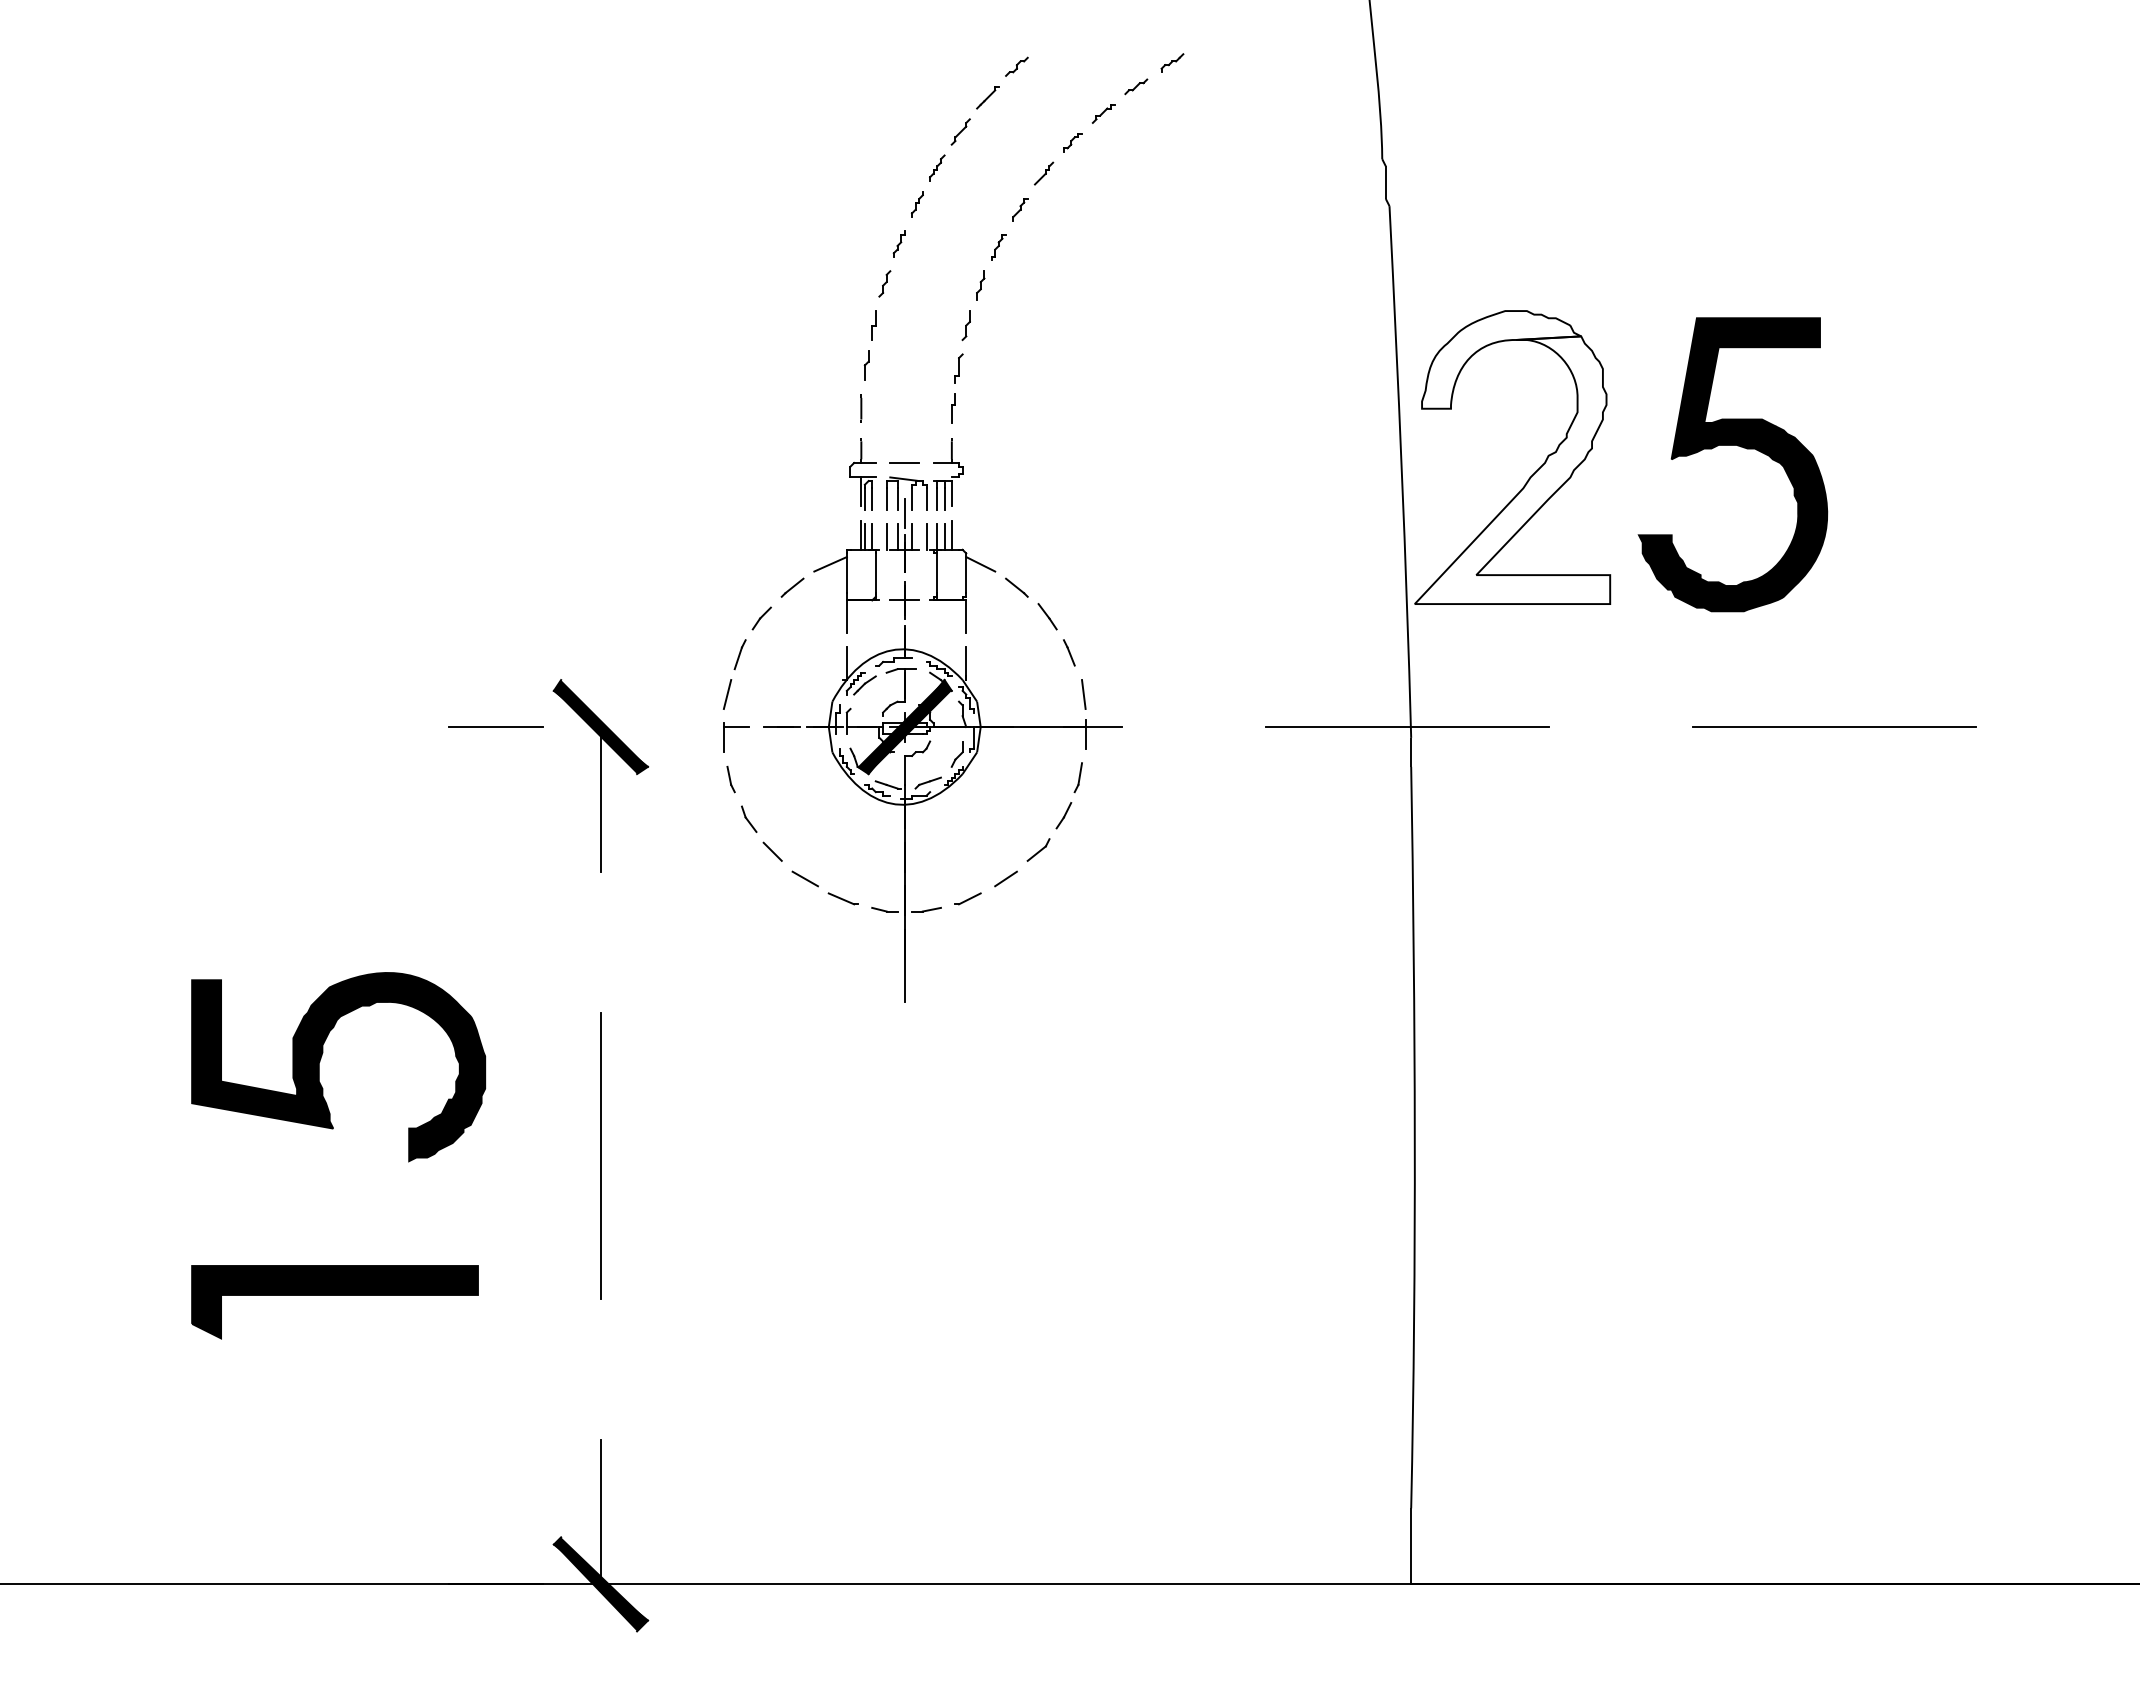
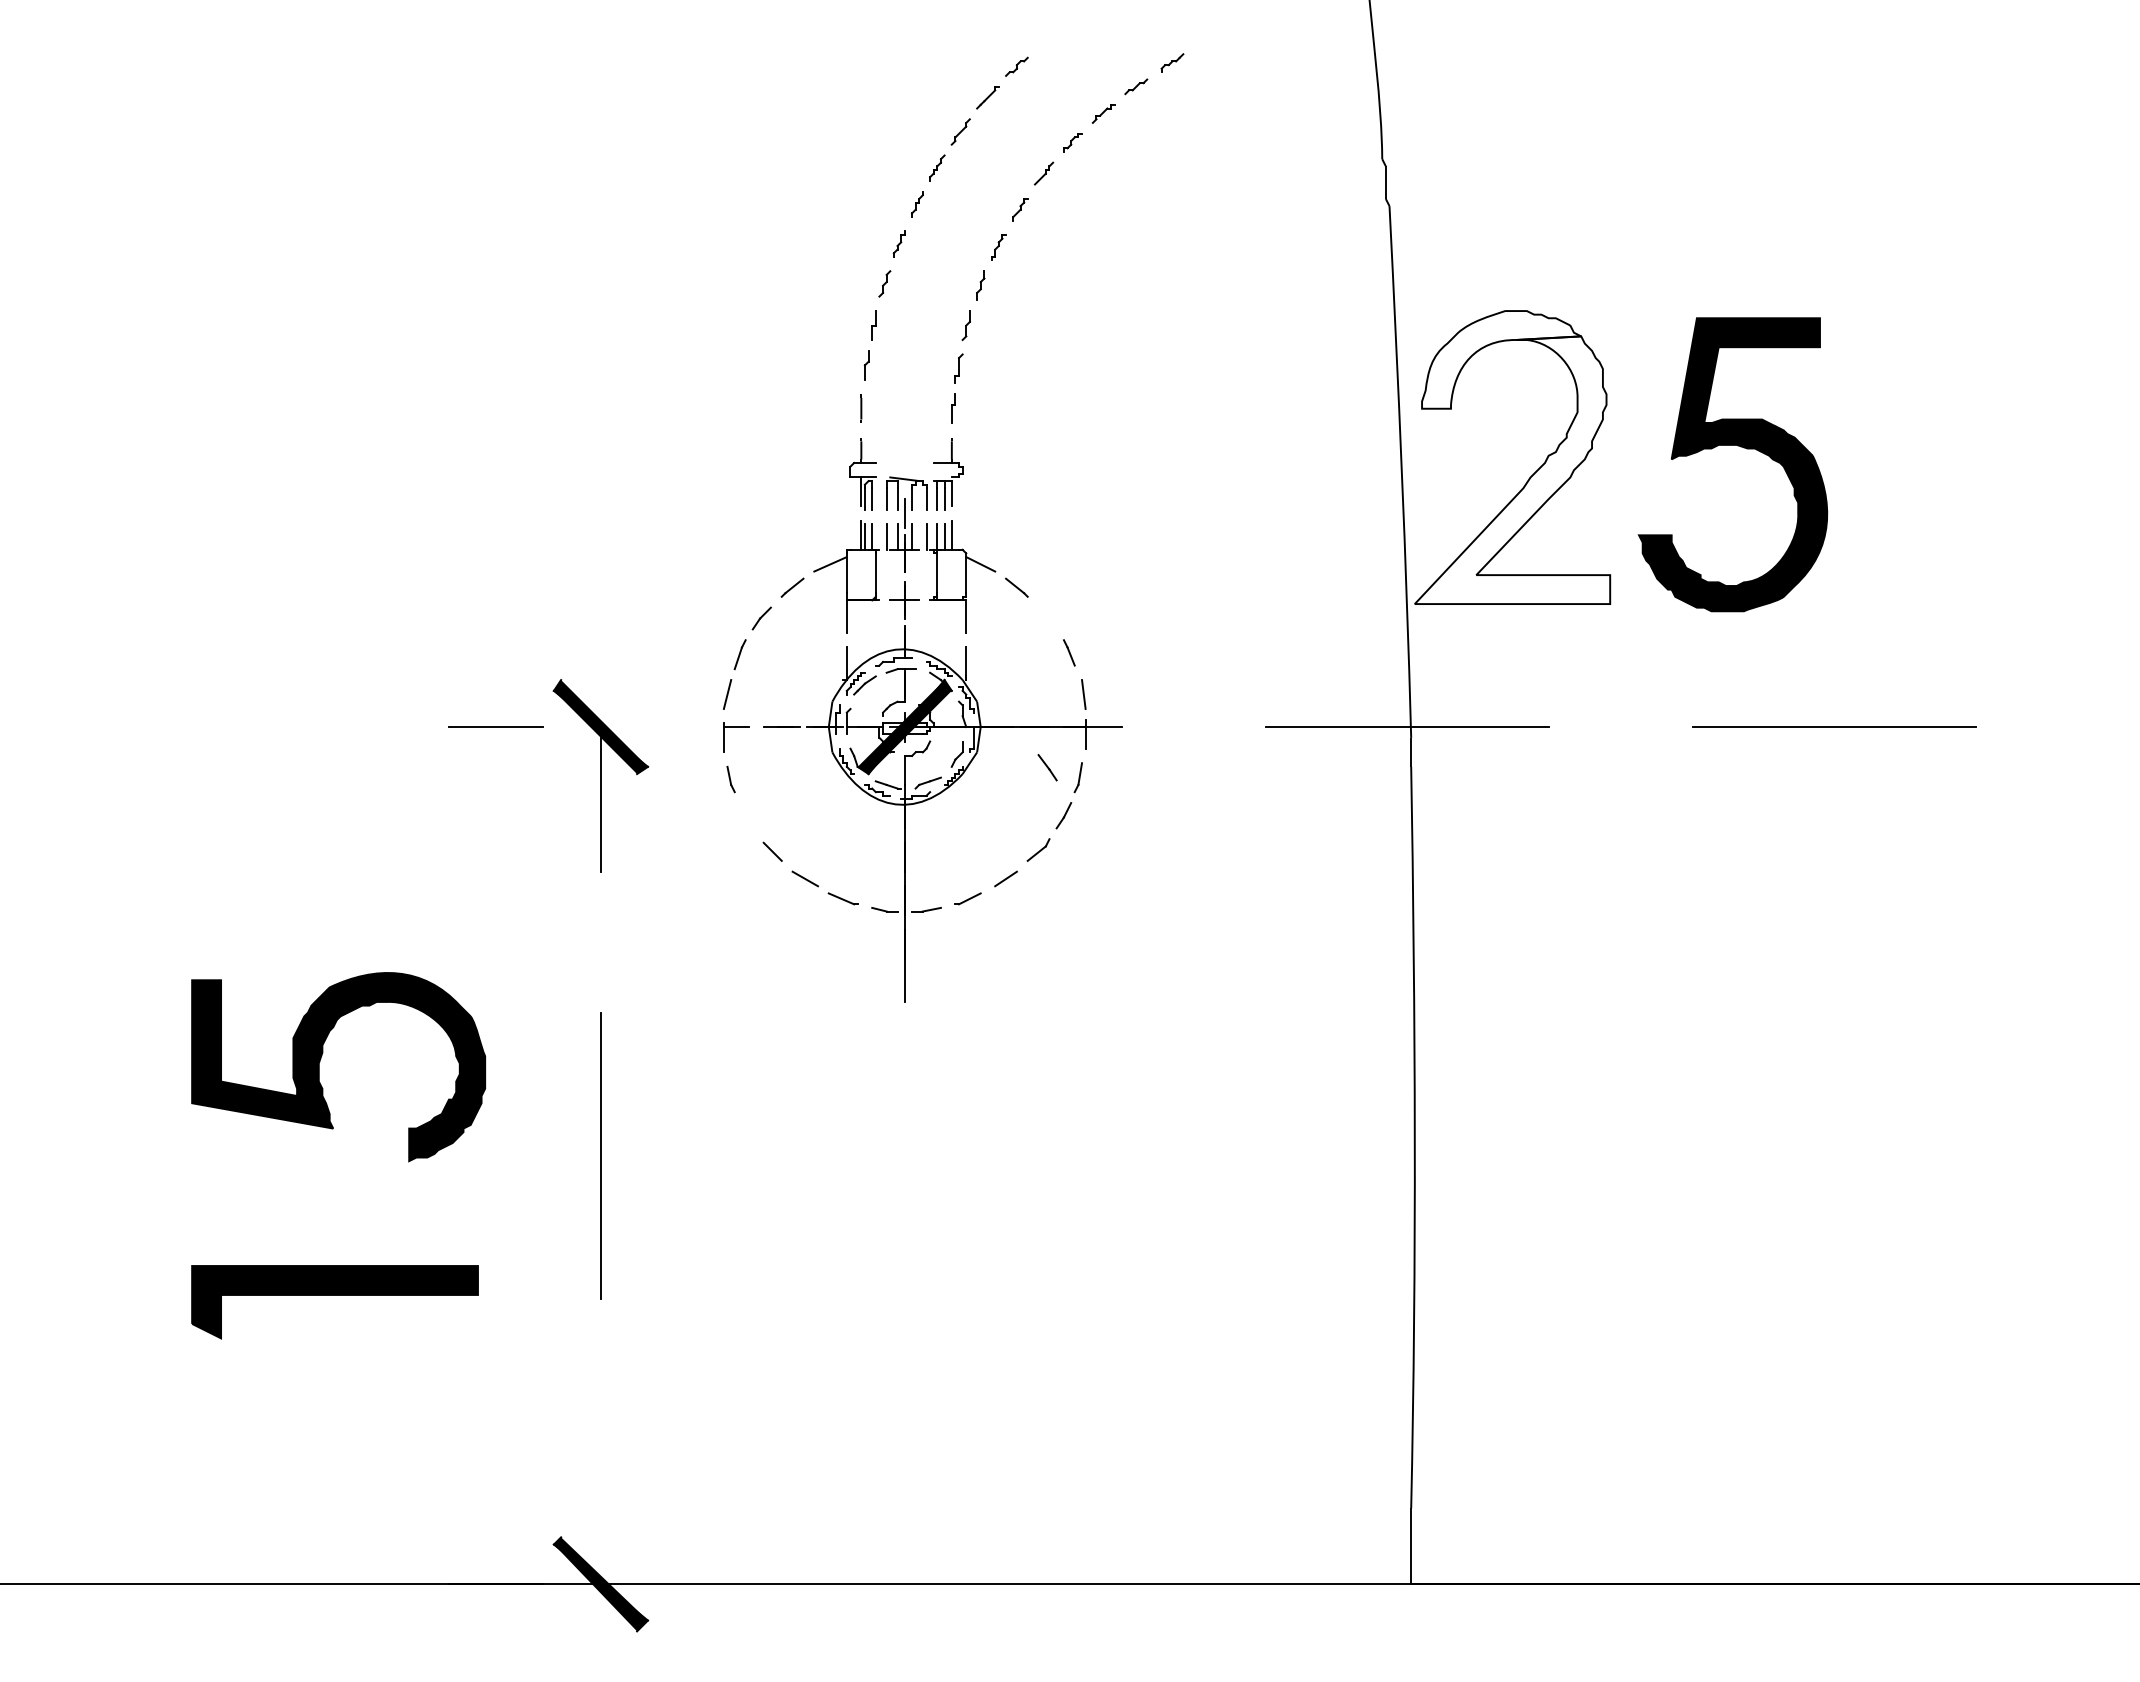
line at (904, 462): present -> none
line at (1047, 616) position: (1047, 616) -> (1047, 767)
part at (749, 818): present -> none
line at (600, 1511): present -> none
